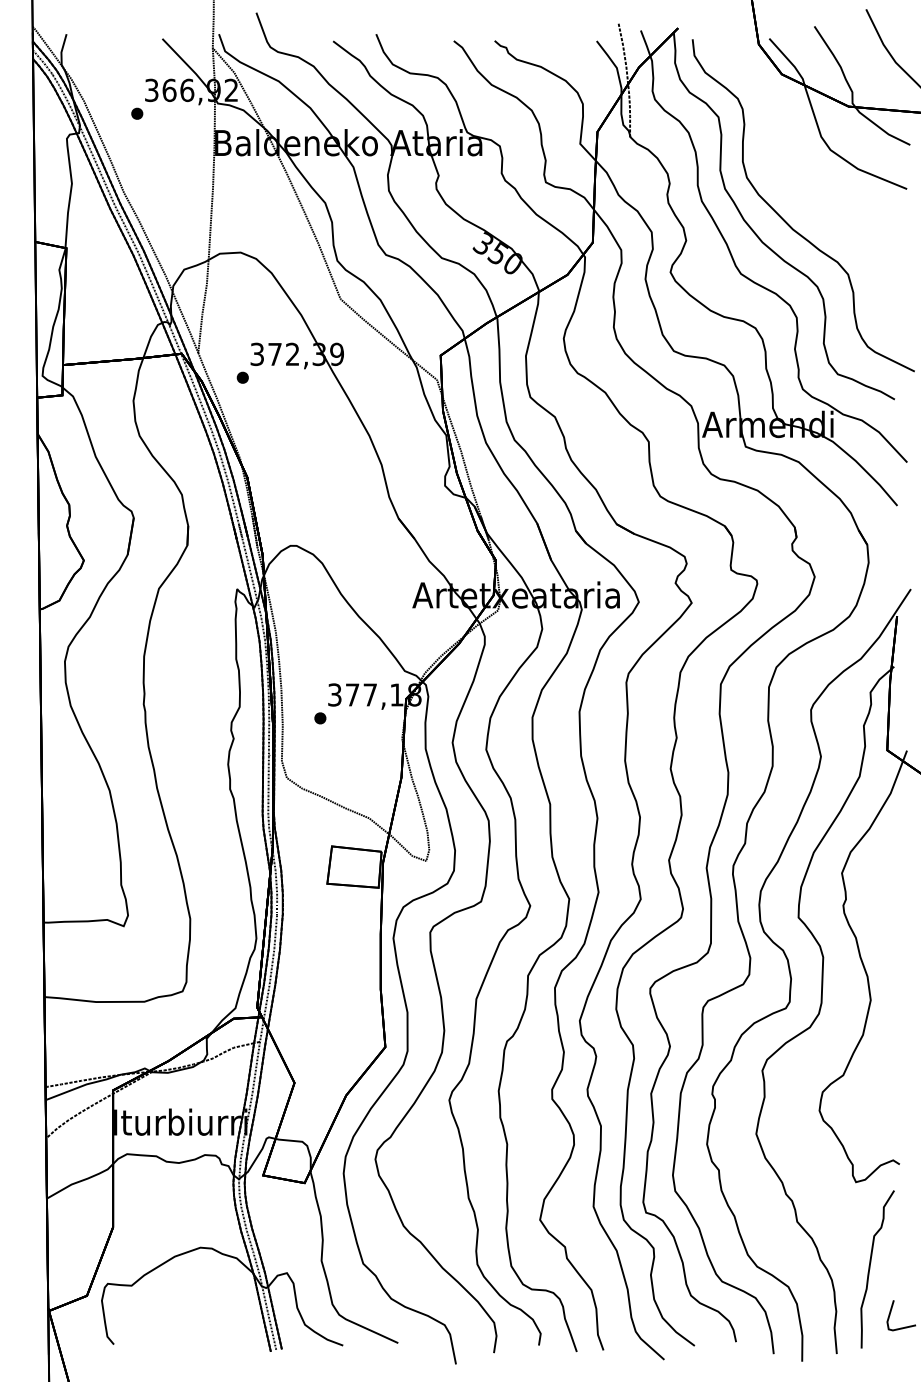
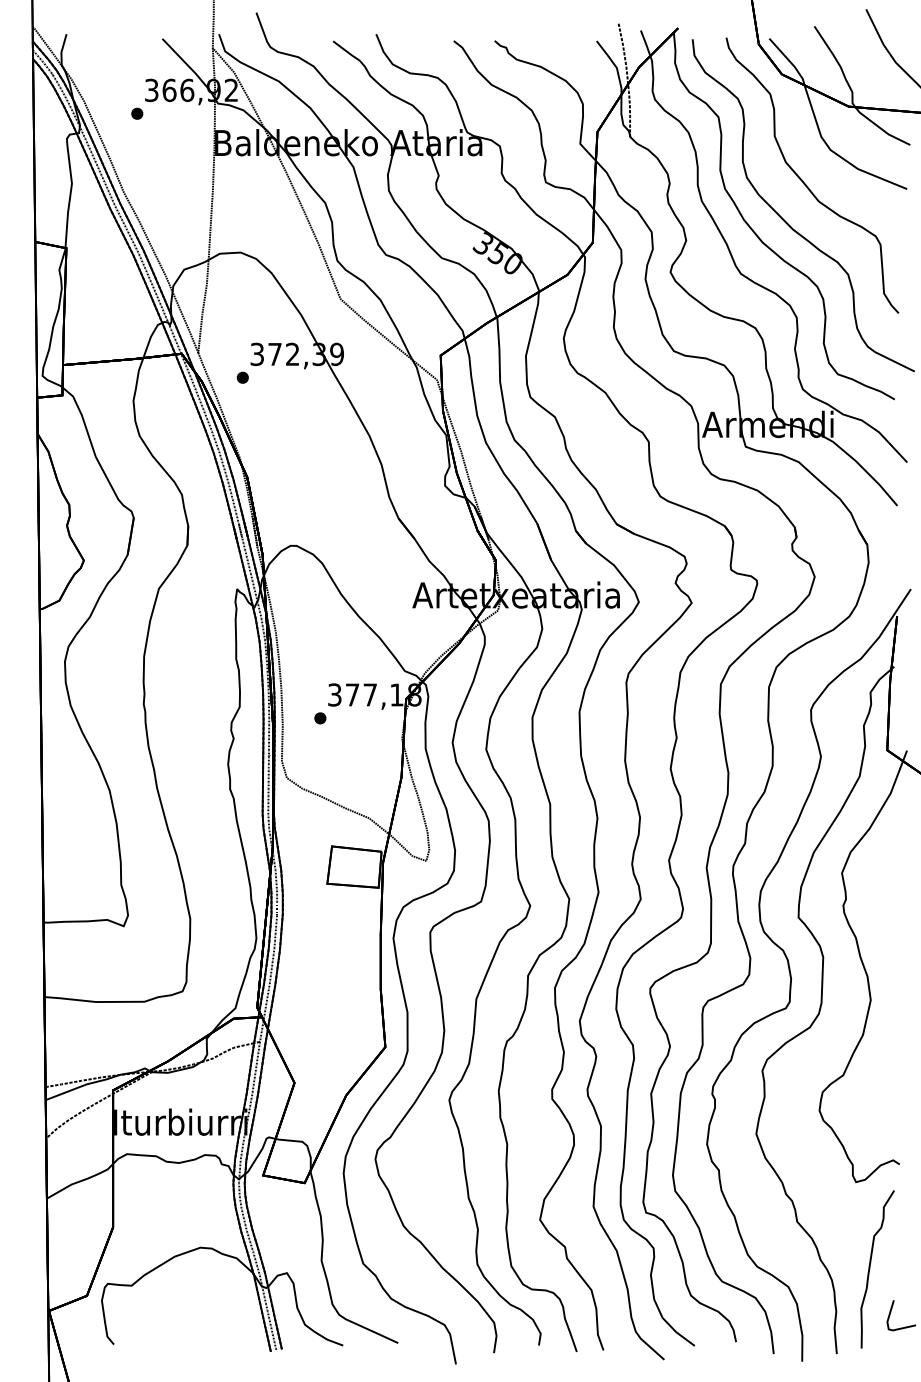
part at (804, 182): none -> present
